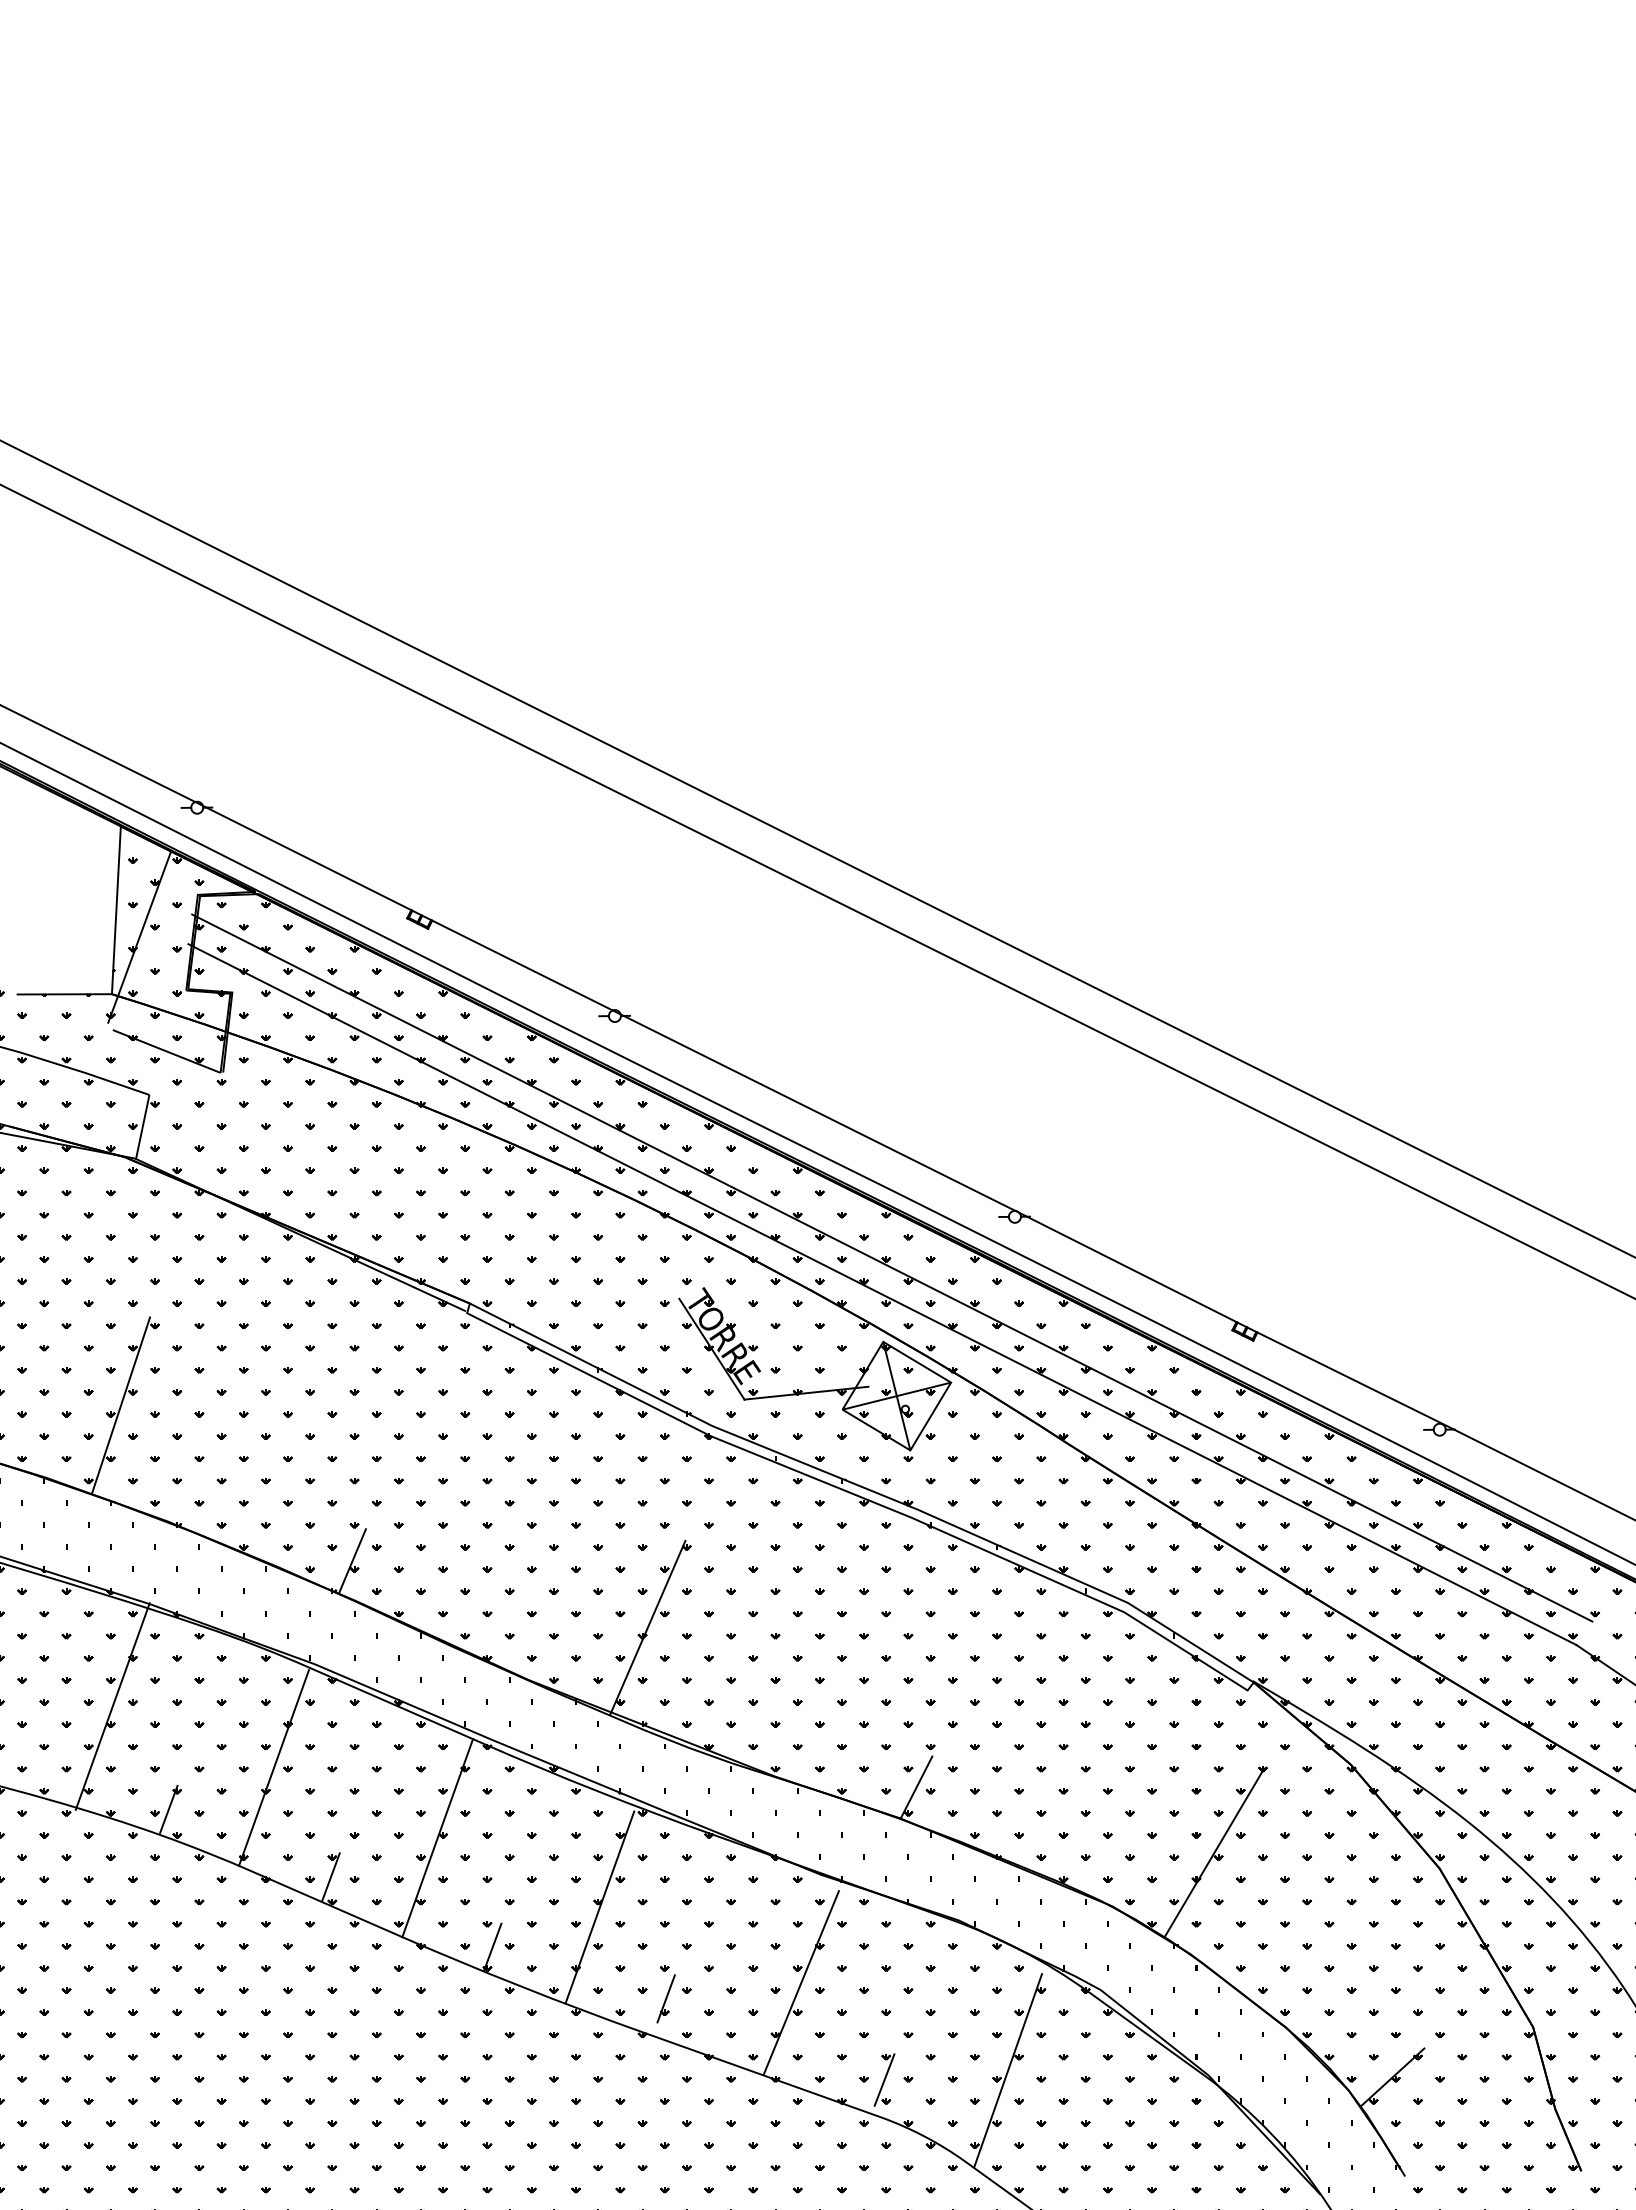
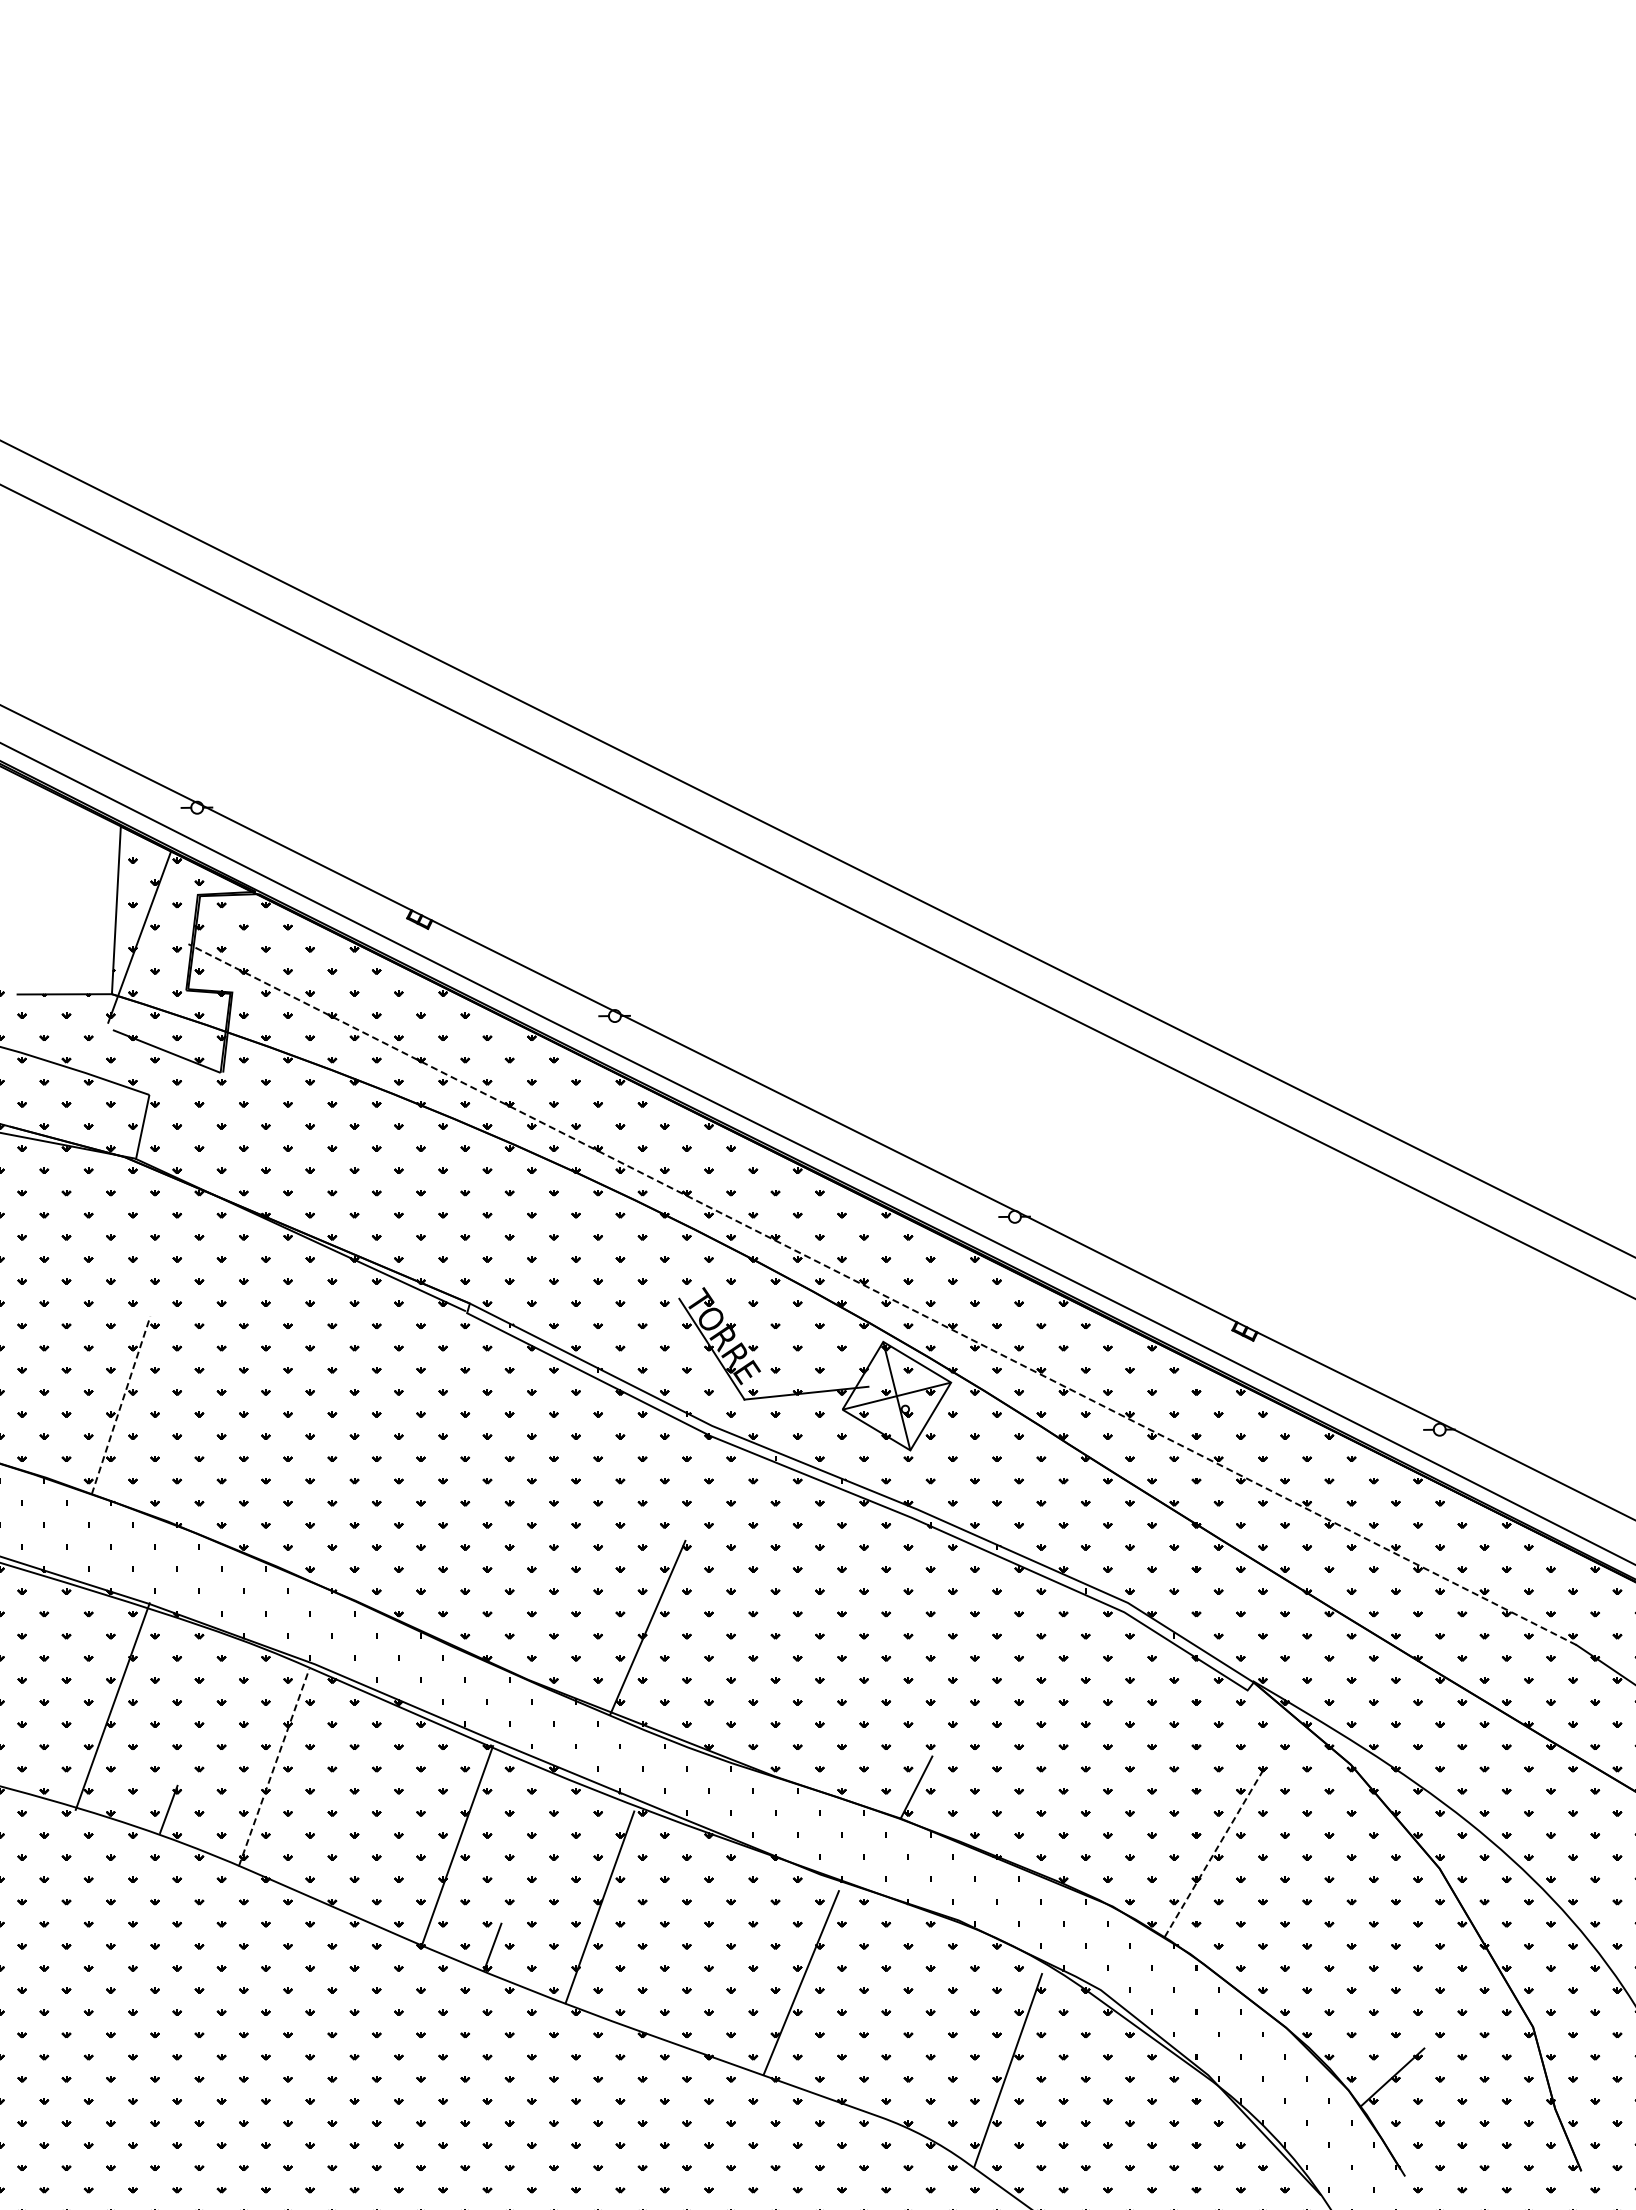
line at (892, 1267): present -> none
line at (882, 1294): solid -> dashed
line at (121, 1405): solid -> dashed
line at (352, 1561): present -> none
line at (274, 1767): solid -> dashed
line at (437, 1838) position: (437, 1838) -> (457, 1845)
line at (1214, 1852): solid -> dashed
line at (330, 1876): present -> none
line at (665, 1998): present -> none
line at (884, 2079): present -> none
